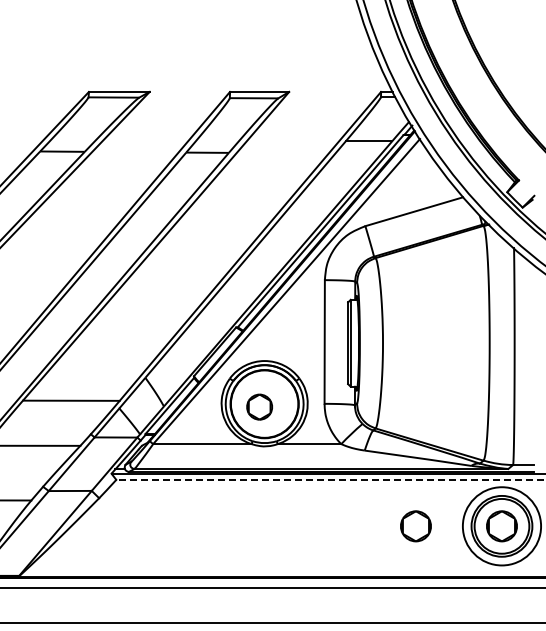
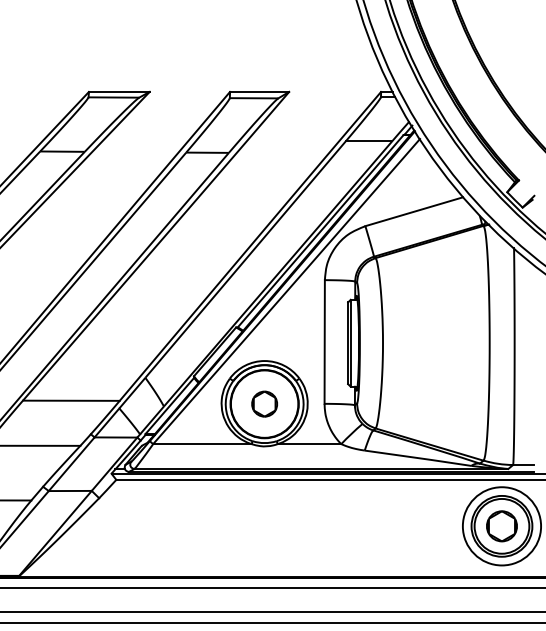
part at (259, 406) position: (259, 406) -> (264, 403)
line at (330, 479): dashed -> solid
part at (415, 526): present -> none
line at (272, 612): none -> present
